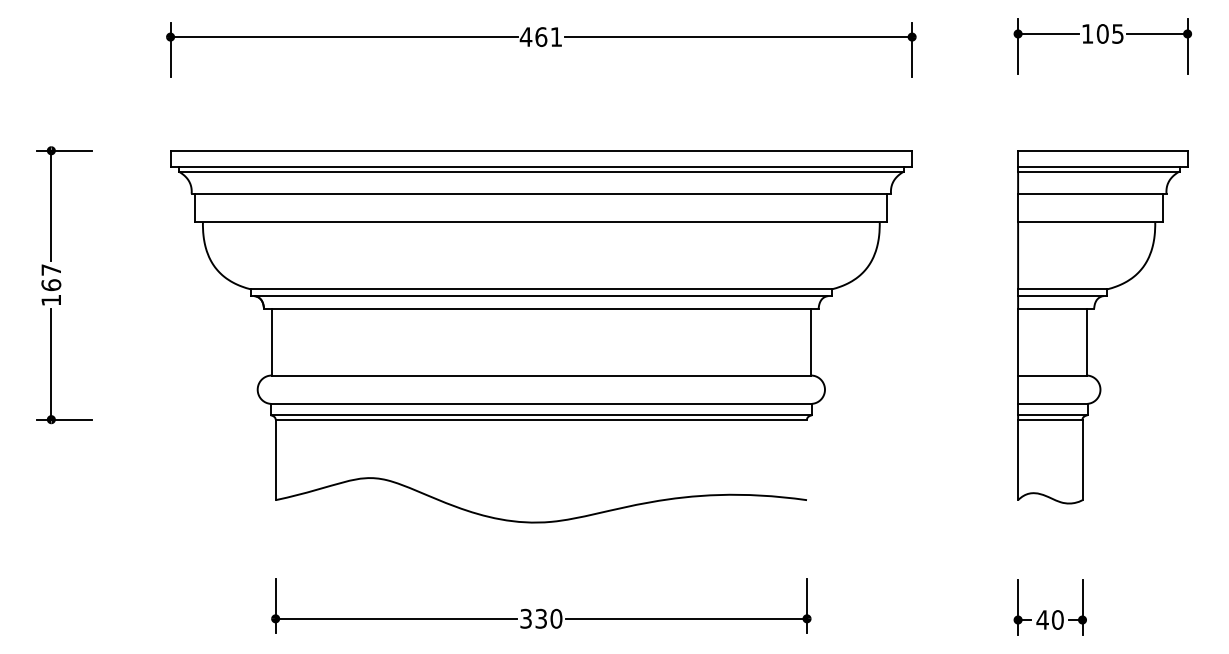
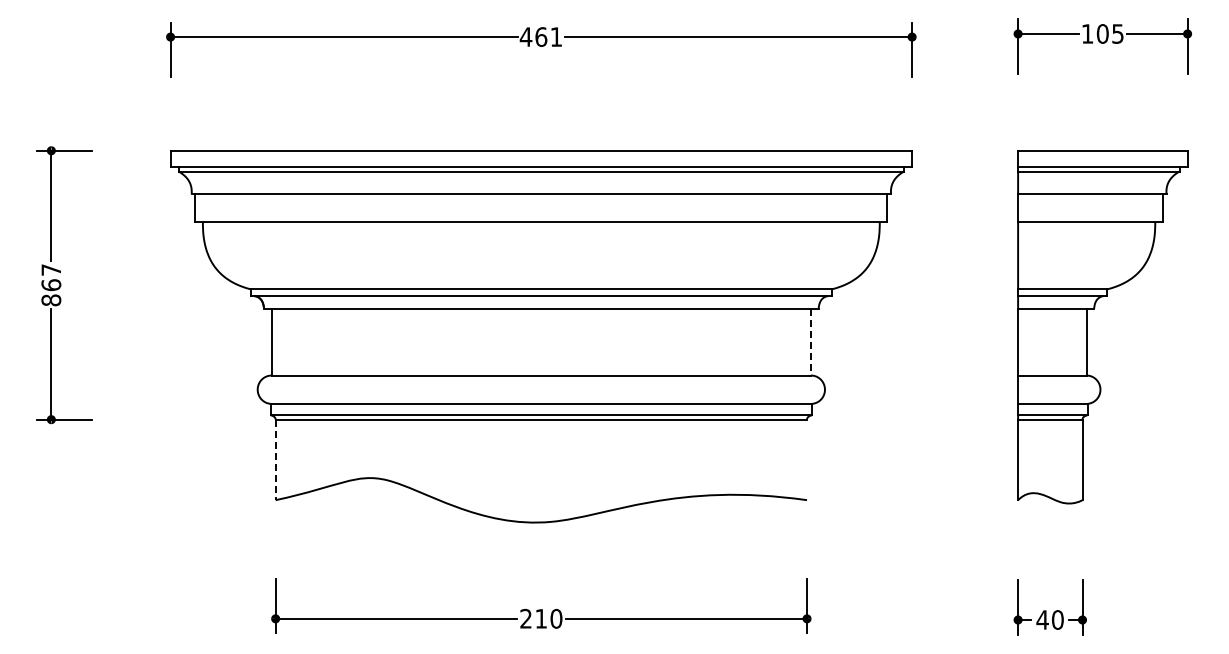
text at (51, 300): 167 -> 867
line at (811, 342): solid -> dashed
line at (275, 460): solid -> dashed
text at (533, 618): 330 -> 210
